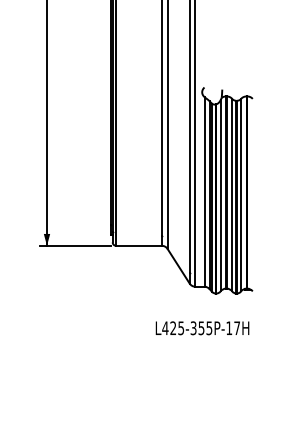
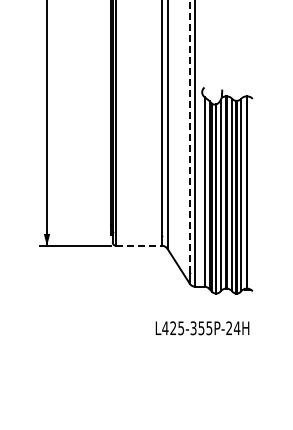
line at (189, 136): solid -> dashed
line at (139, 245): solid -> dashed
text at (233, 327): L425-355P-17H -> L425-355P-24H
